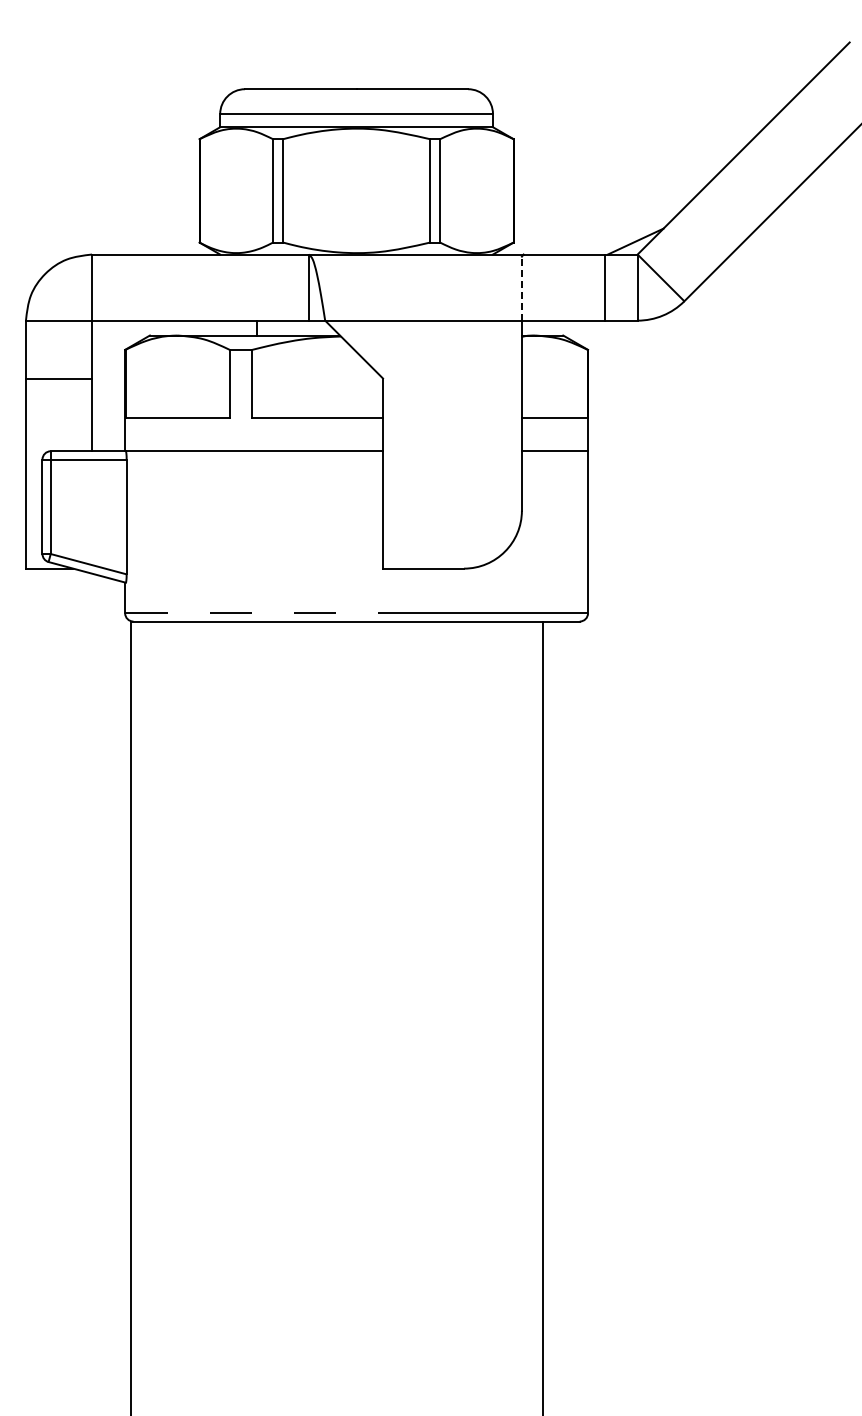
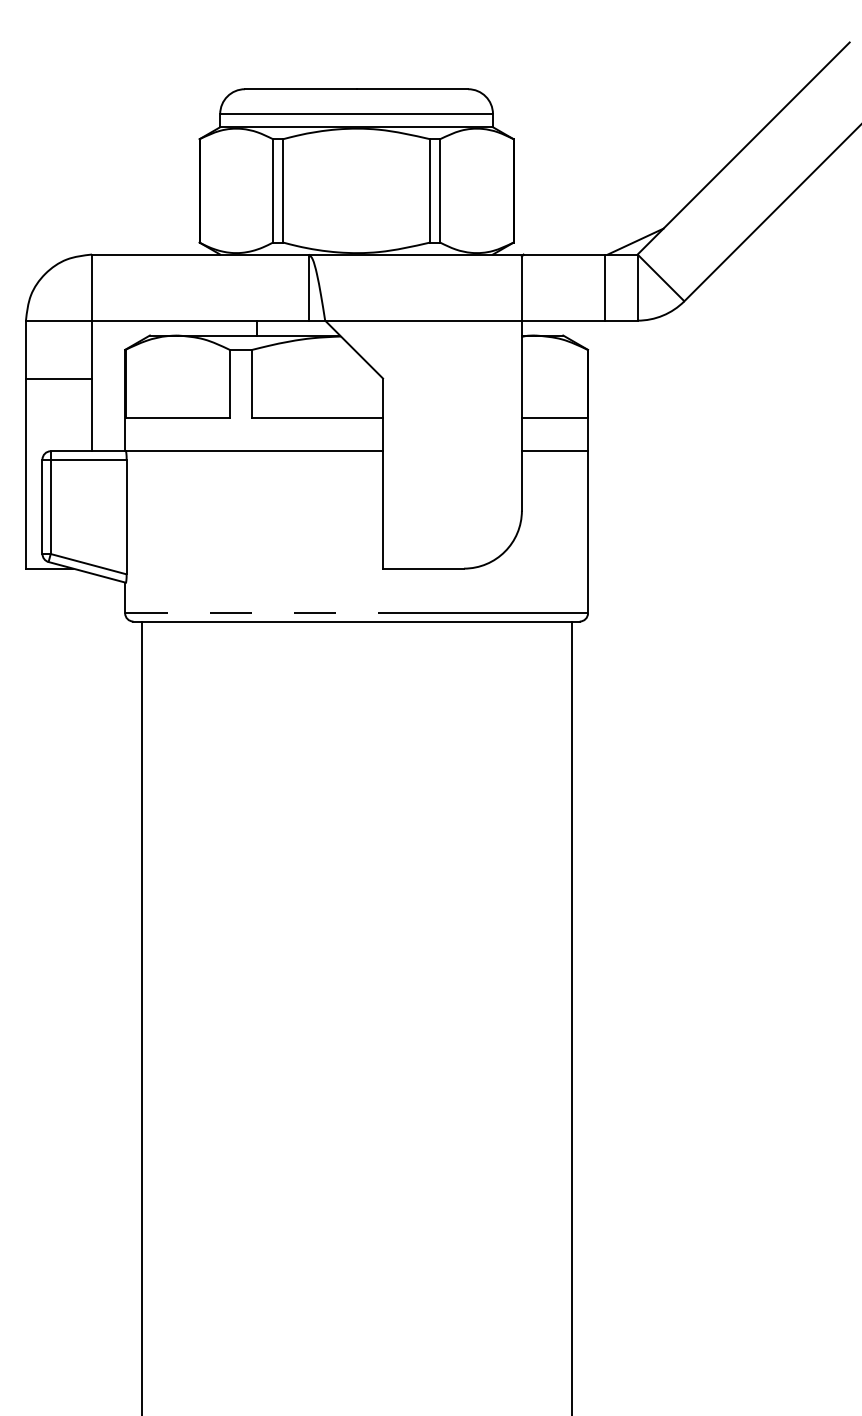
line at (521, 288): dashed -> solid
line at (130, 1016) position: (130, 1016) -> (141, 1016)
line at (542, 1016) position: (542, 1016) -> (571, 1016)
